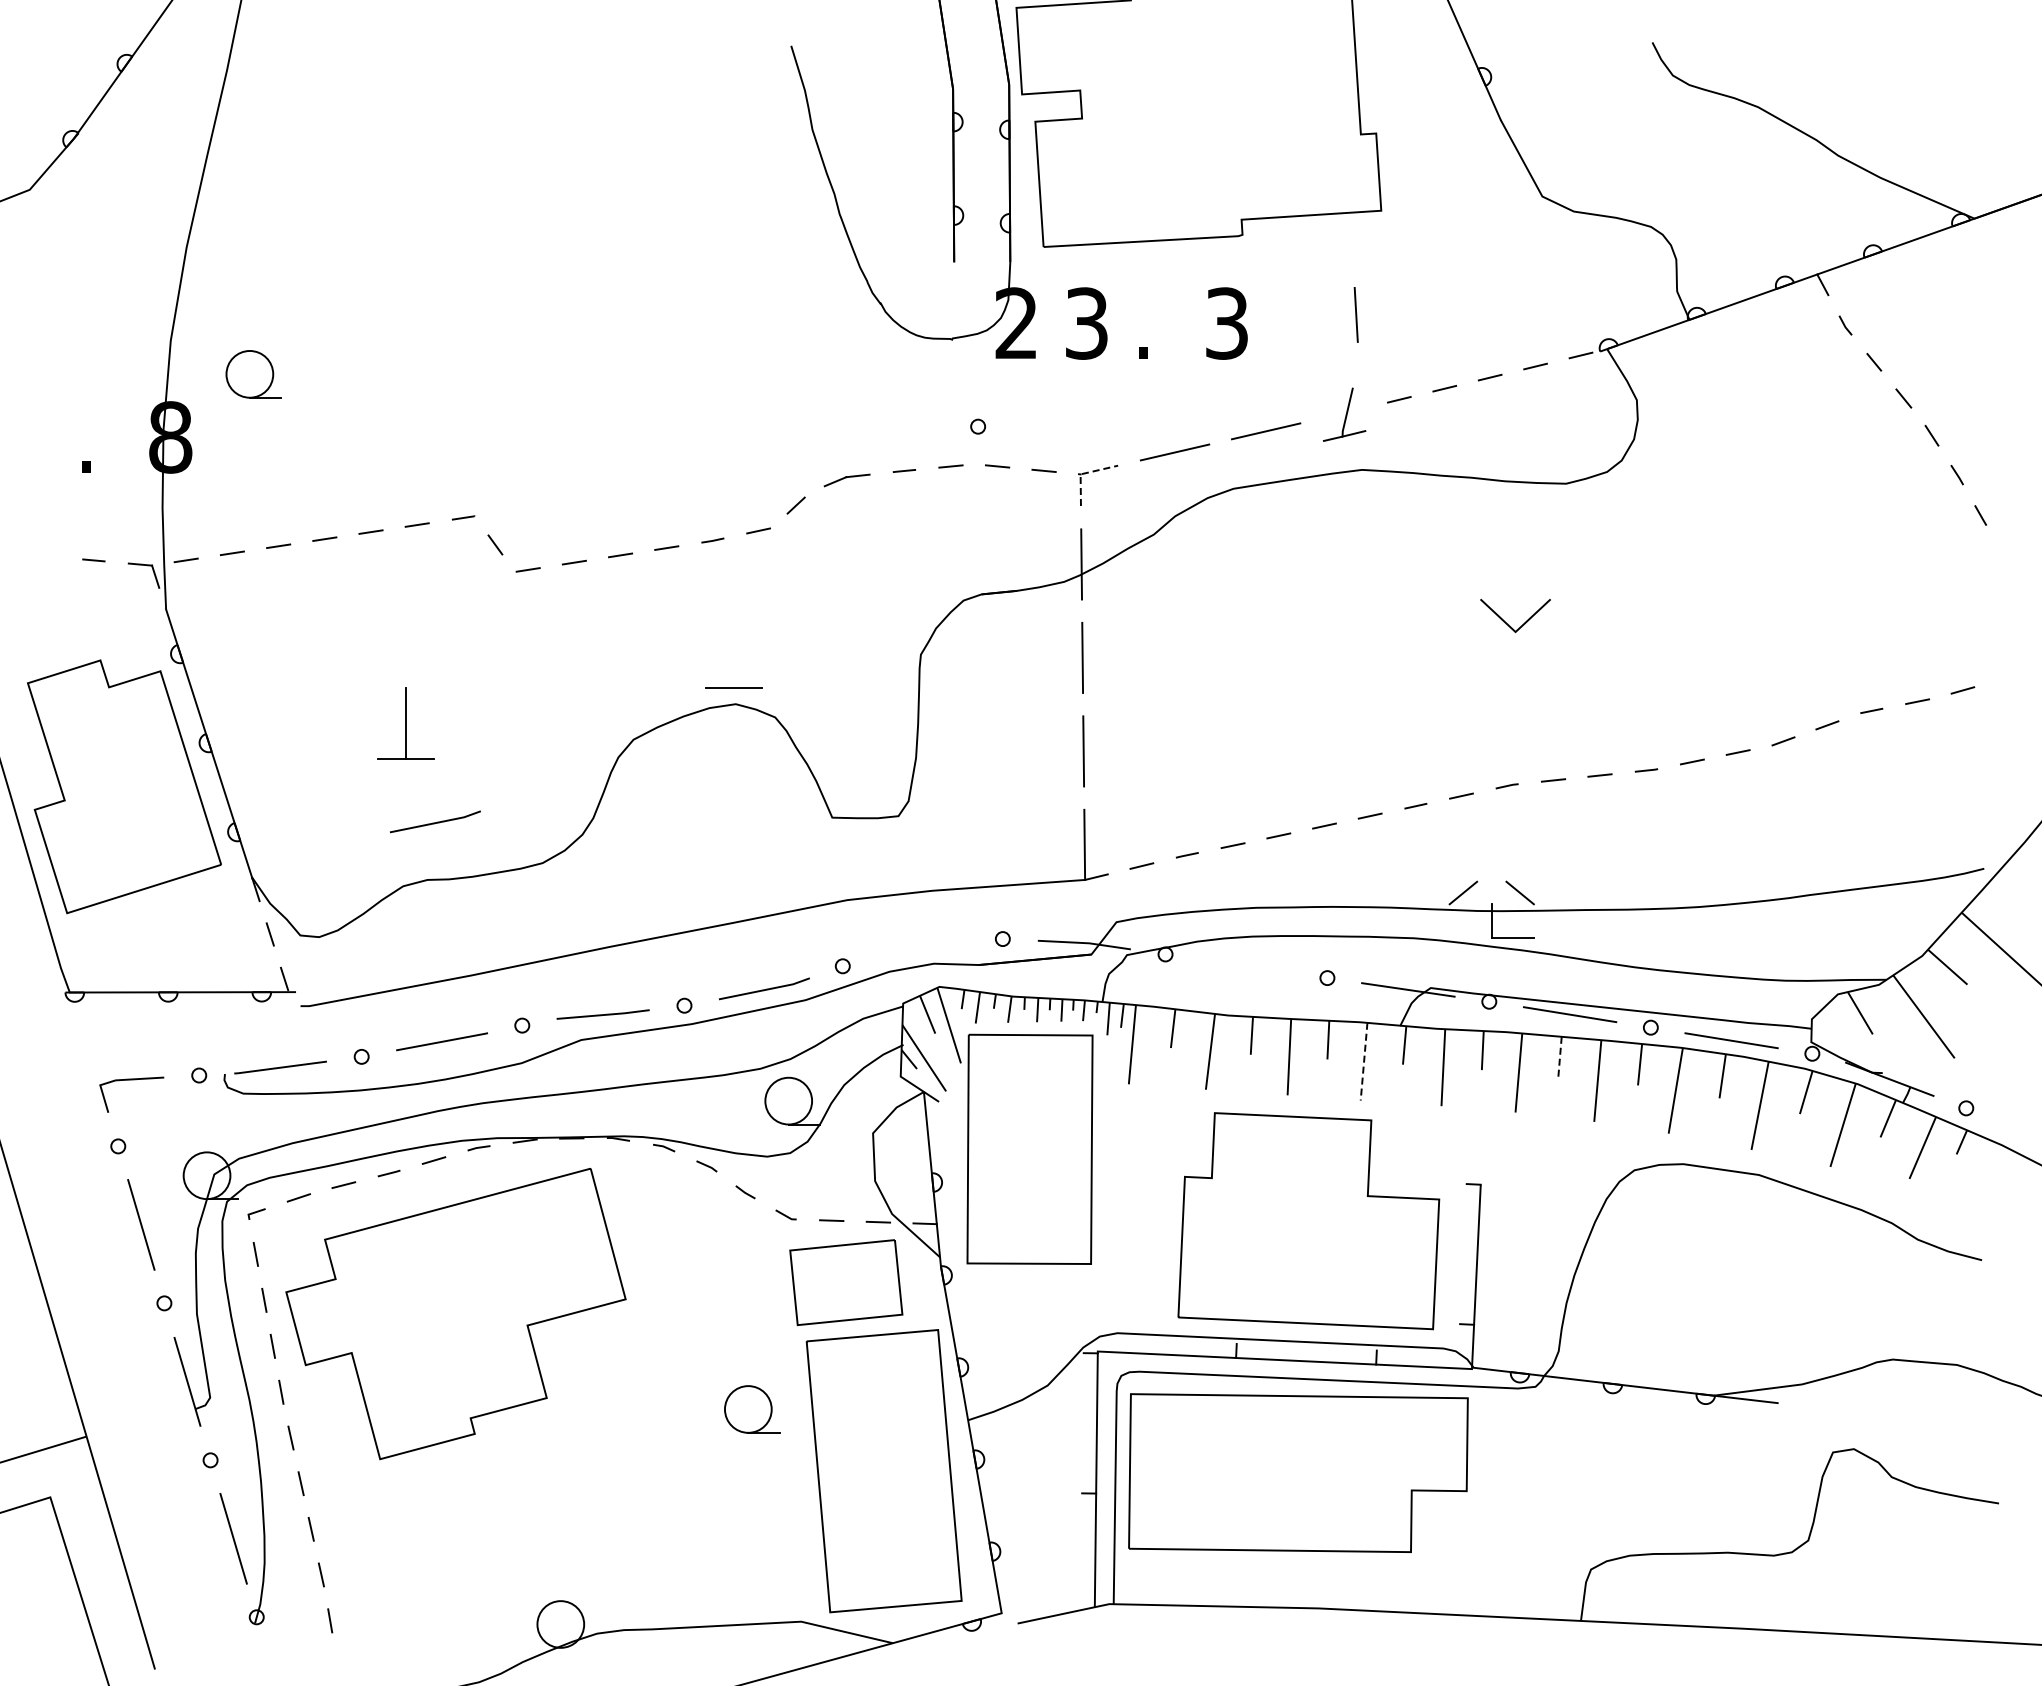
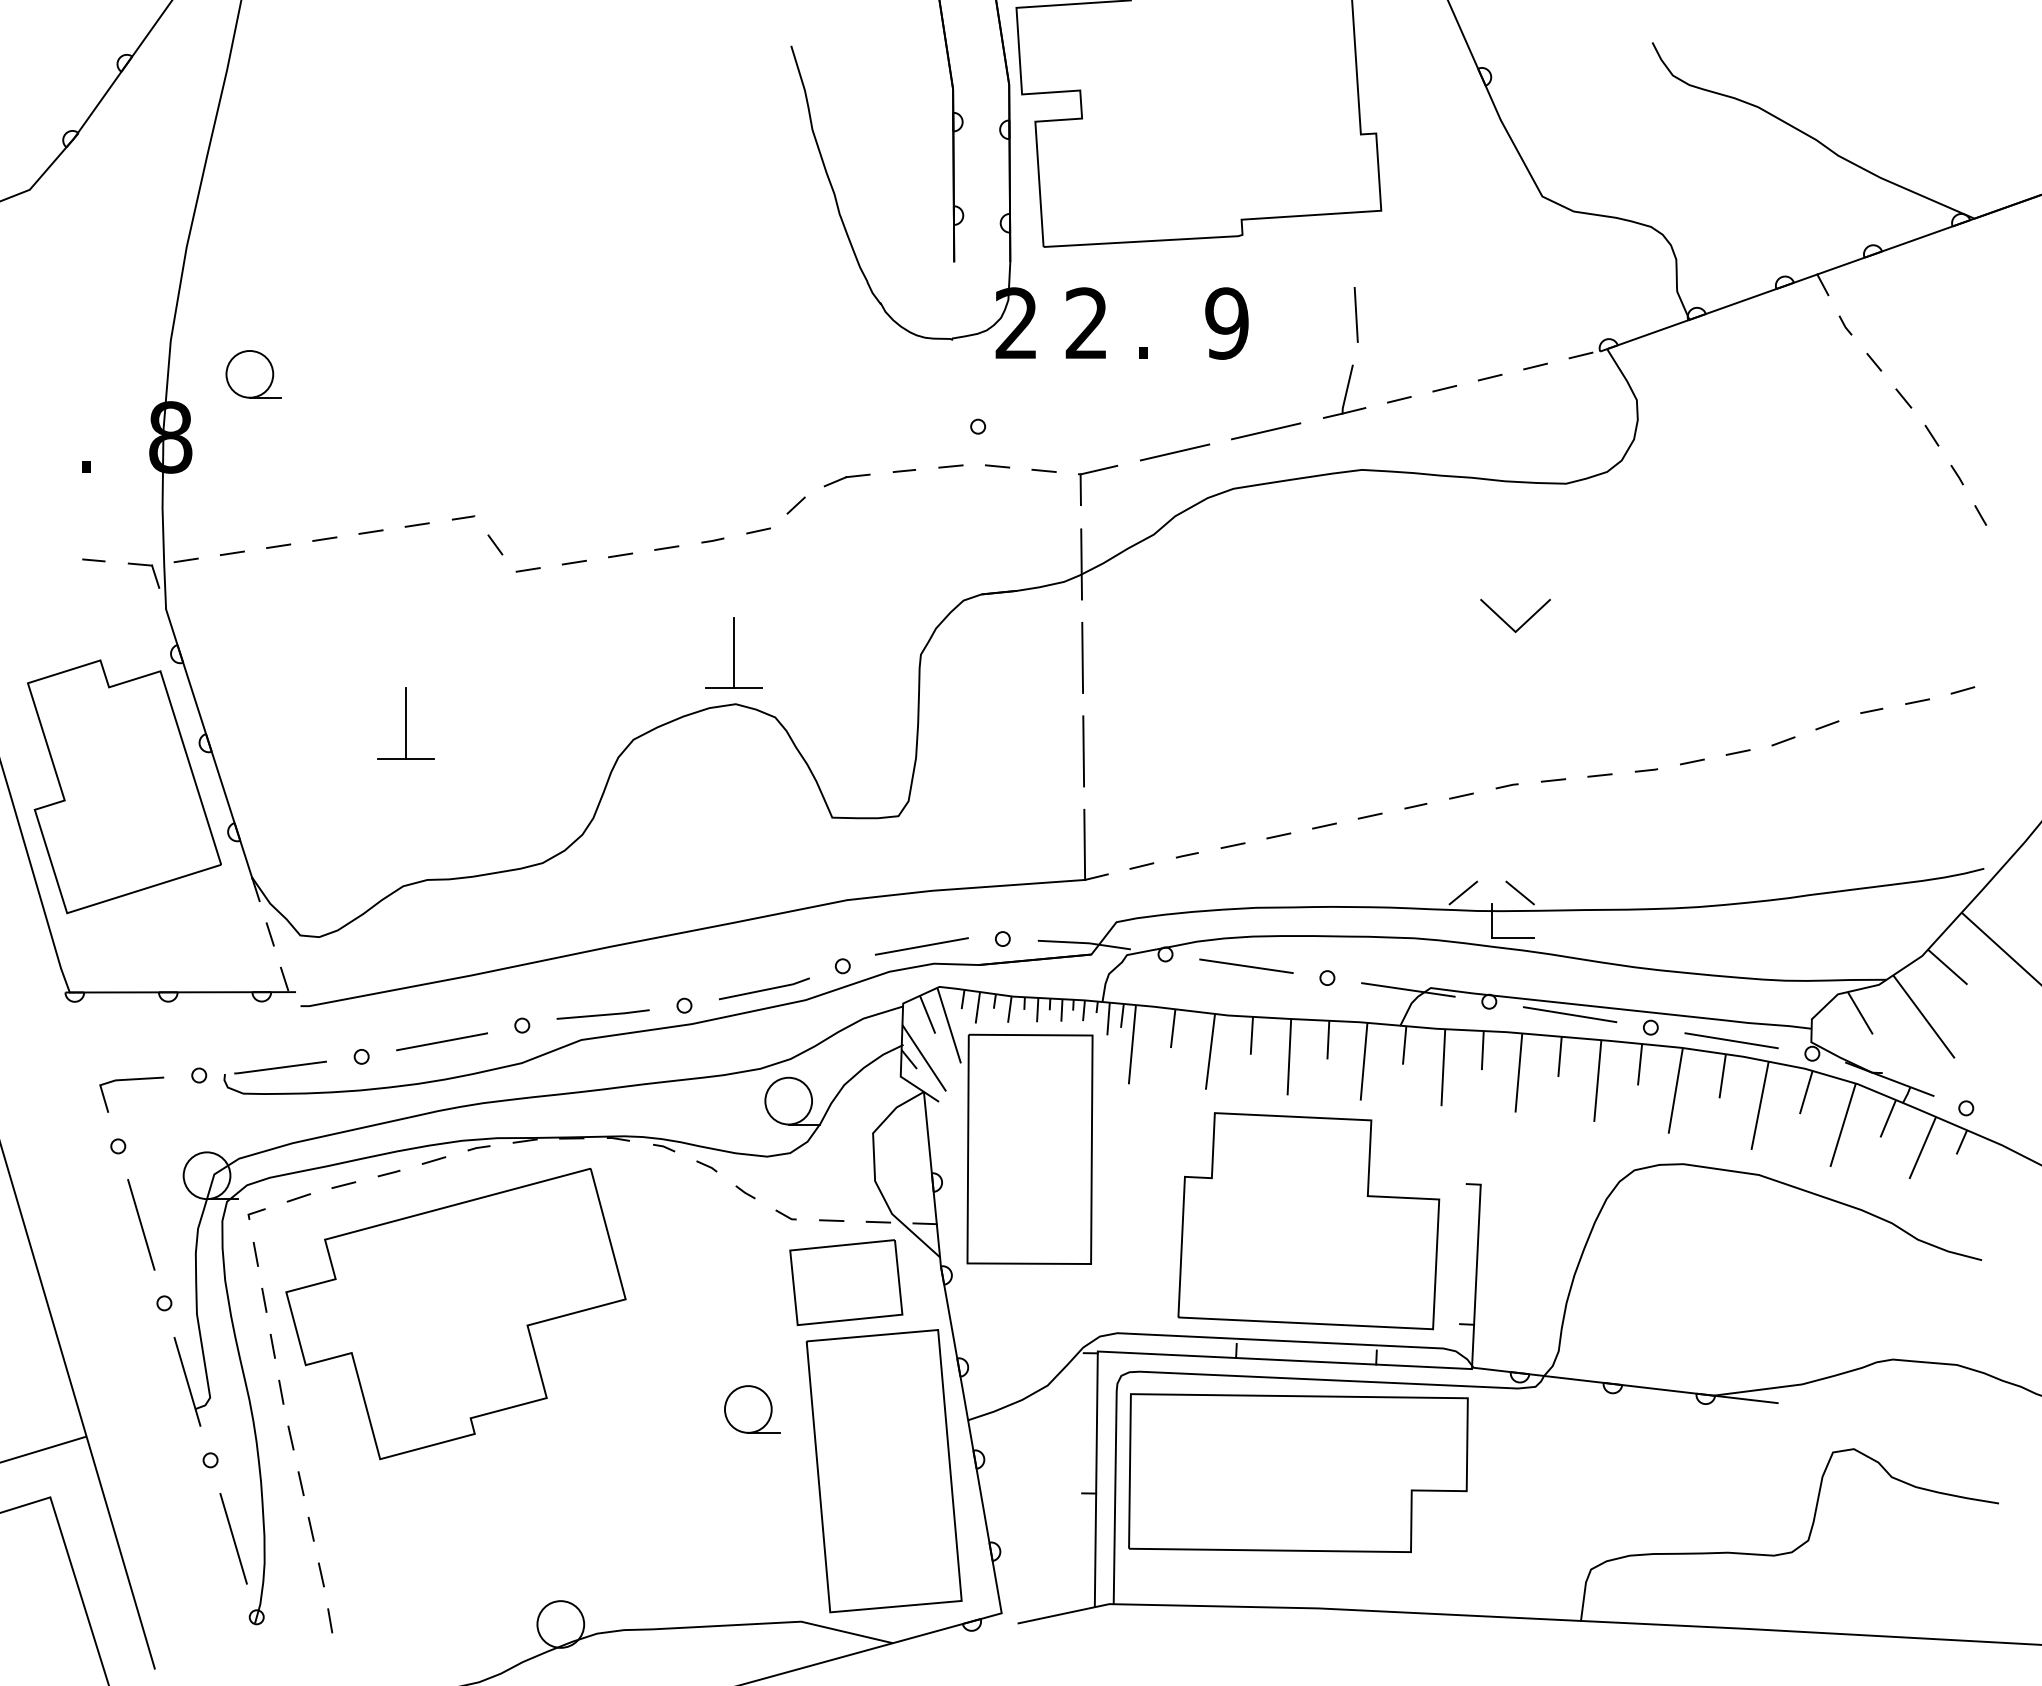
text at (1086, 323): 3 -> 2
text at (1226, 323): 3 -> 9
part at (1344, 414) position: (1344, 414) -> (1344, 391)
line at (1083, 473): dashed -> solid
line at (734, 652): none -> present
line at (435, 822): present -> none
line at (921, 946): none -> present
line at (1246, 966): none -> present
line at (1559, 1057): dashed -> solid
line at (1364, 1062): dashed -> solid
